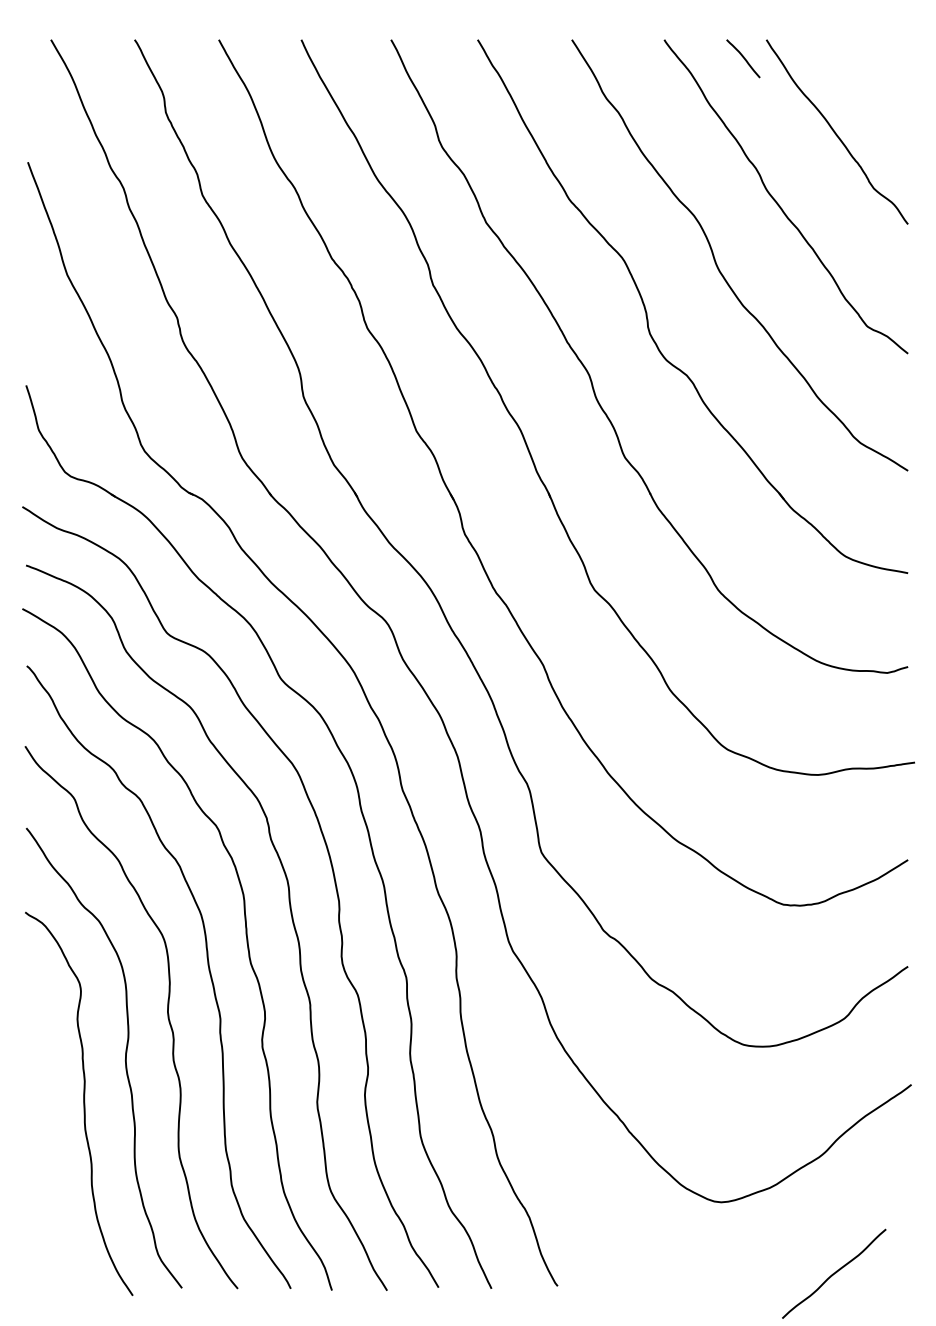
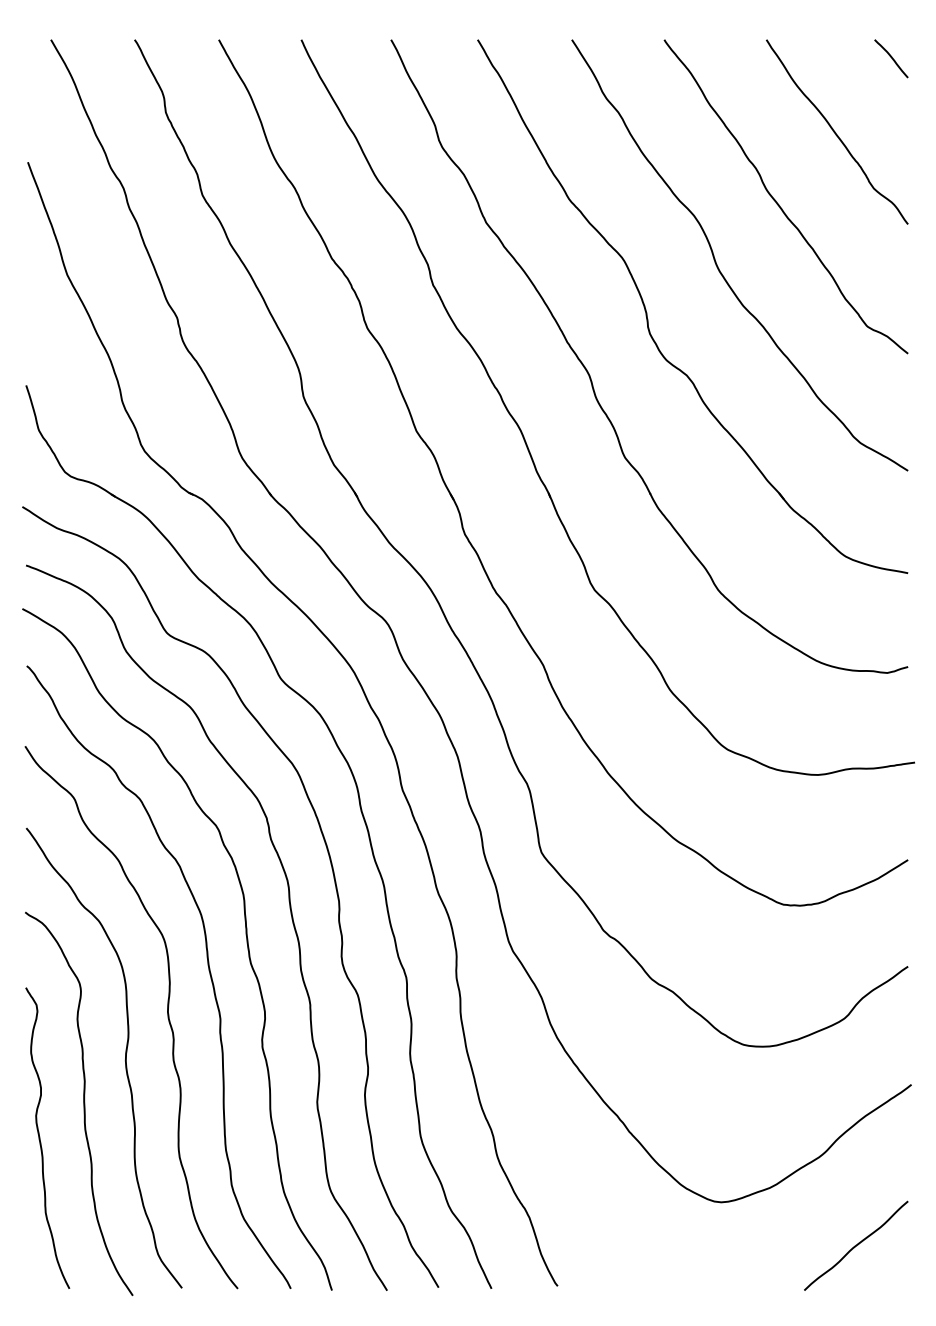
curve at (743, 58) position: (743, 58) -> (891, 58)
curve at (40, 1137): none -> present
curve at (834, 1273) position: (834, 1273) -> (856, 1245)
